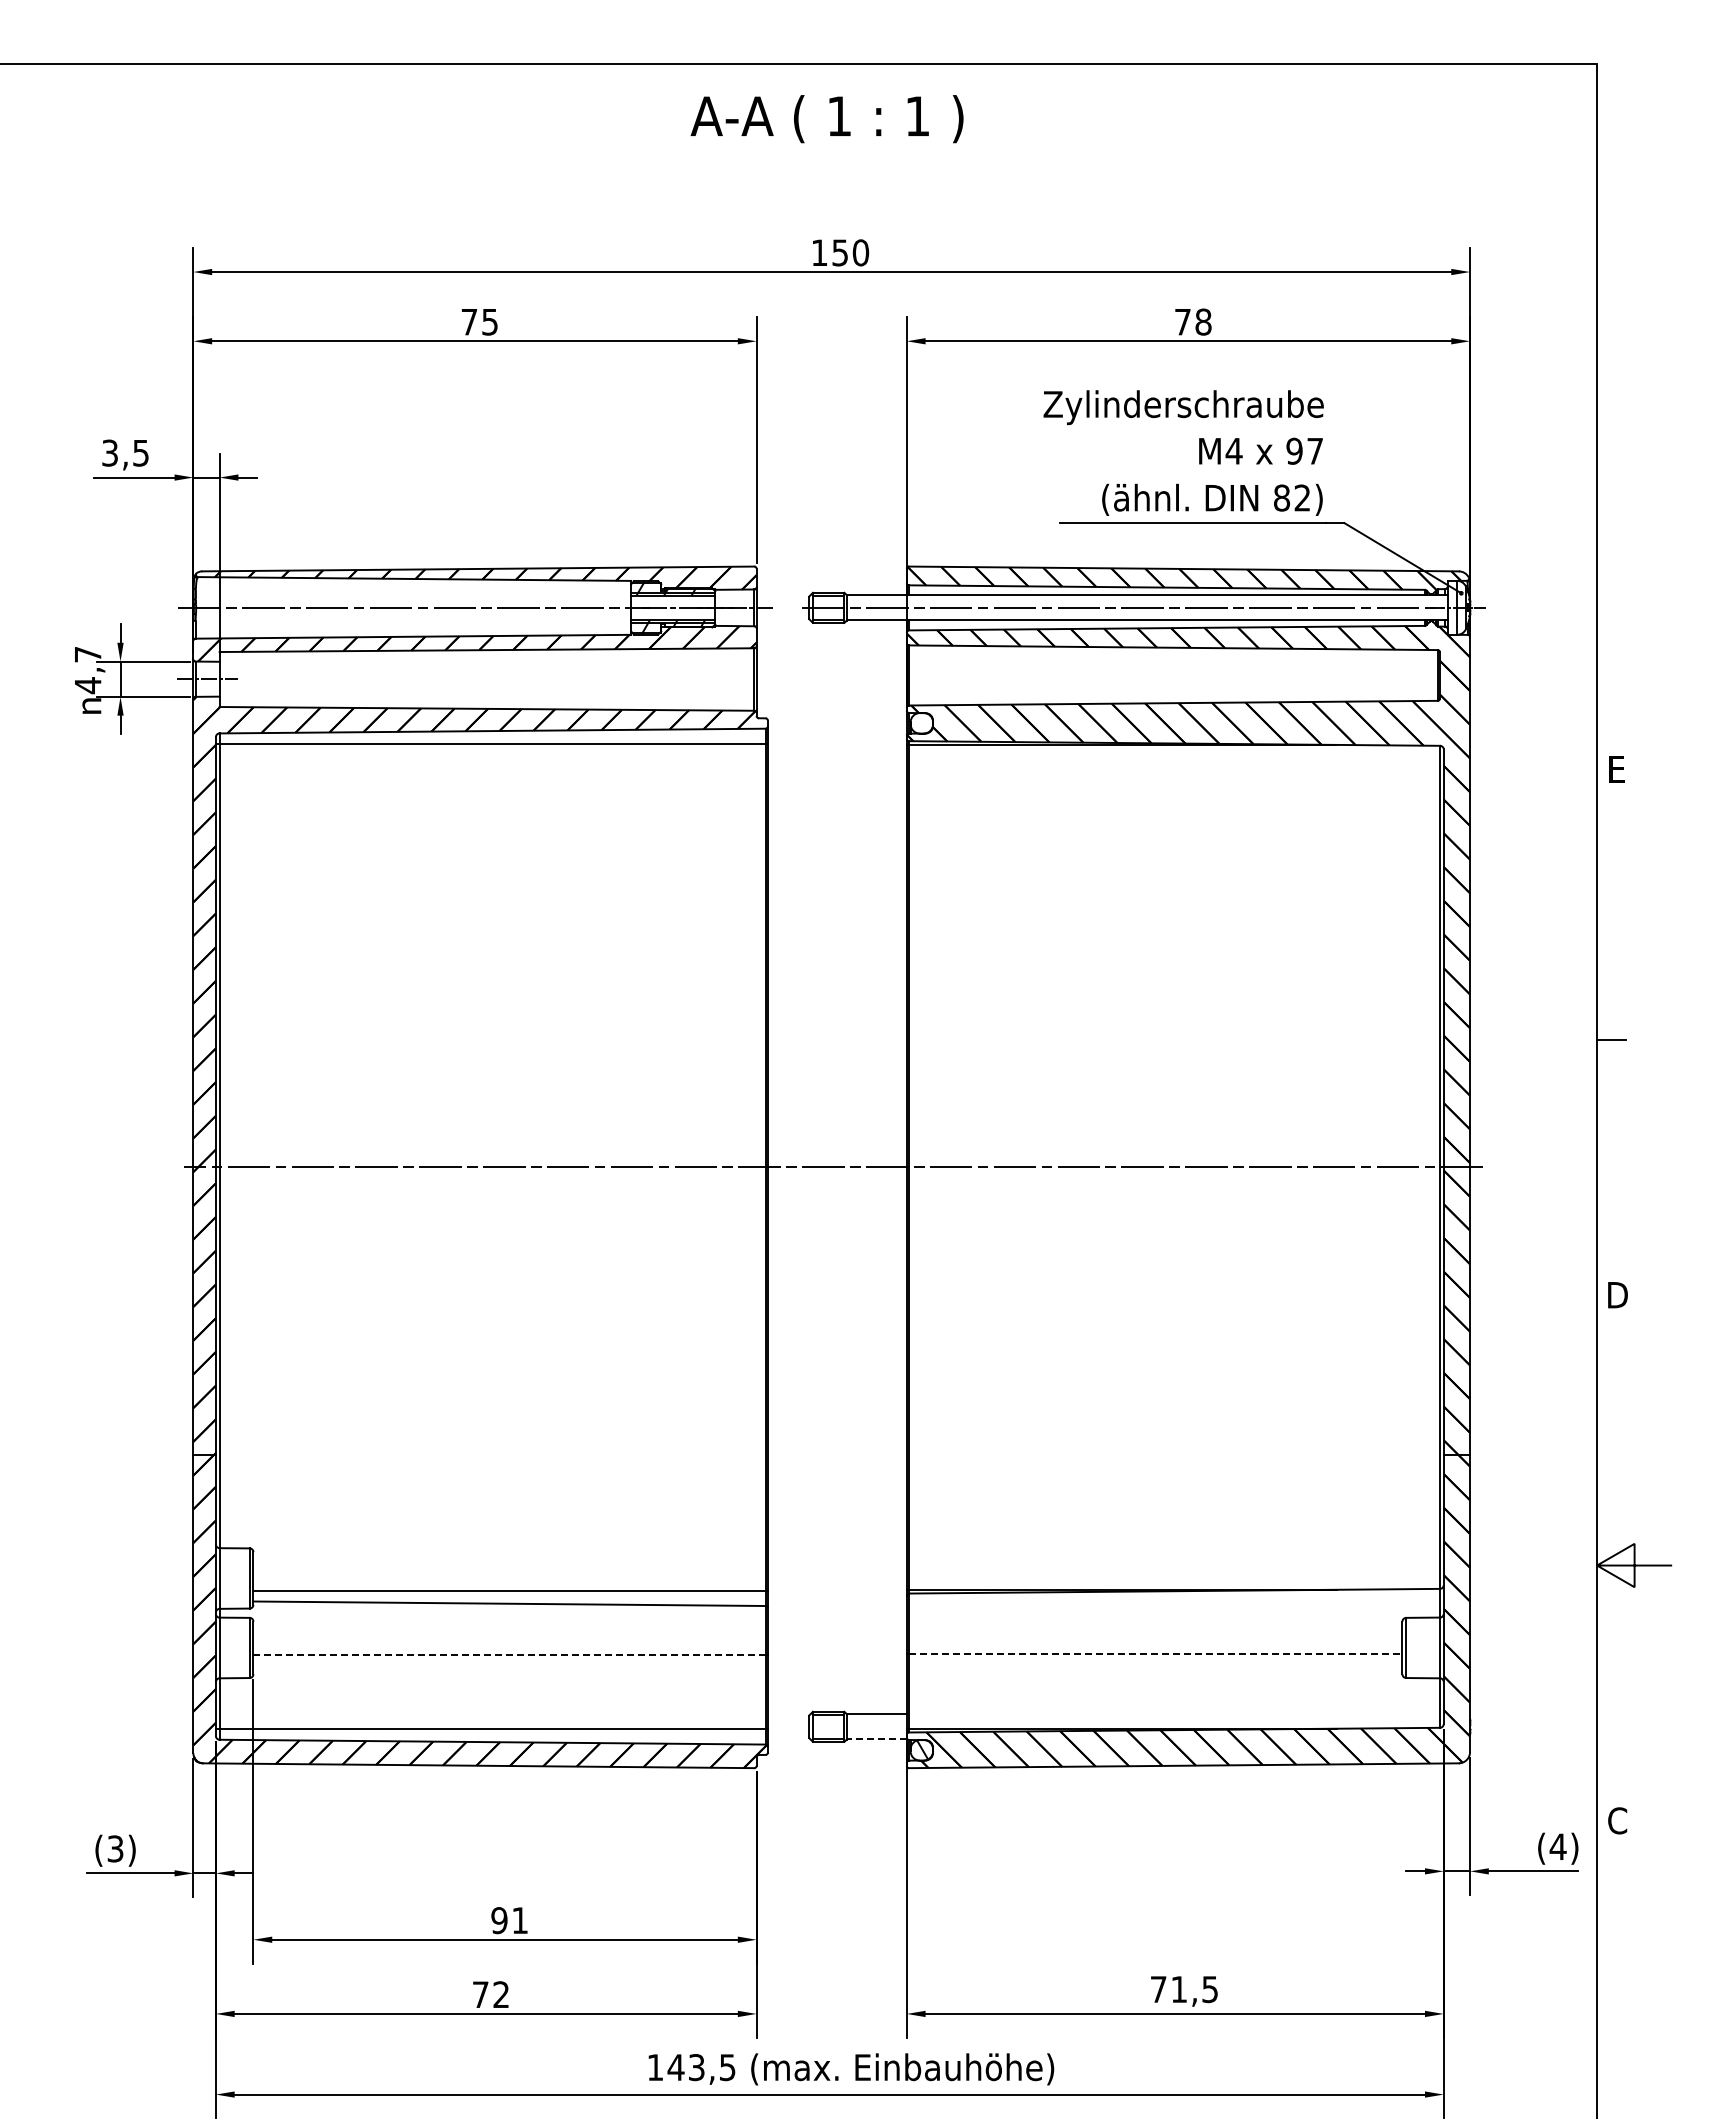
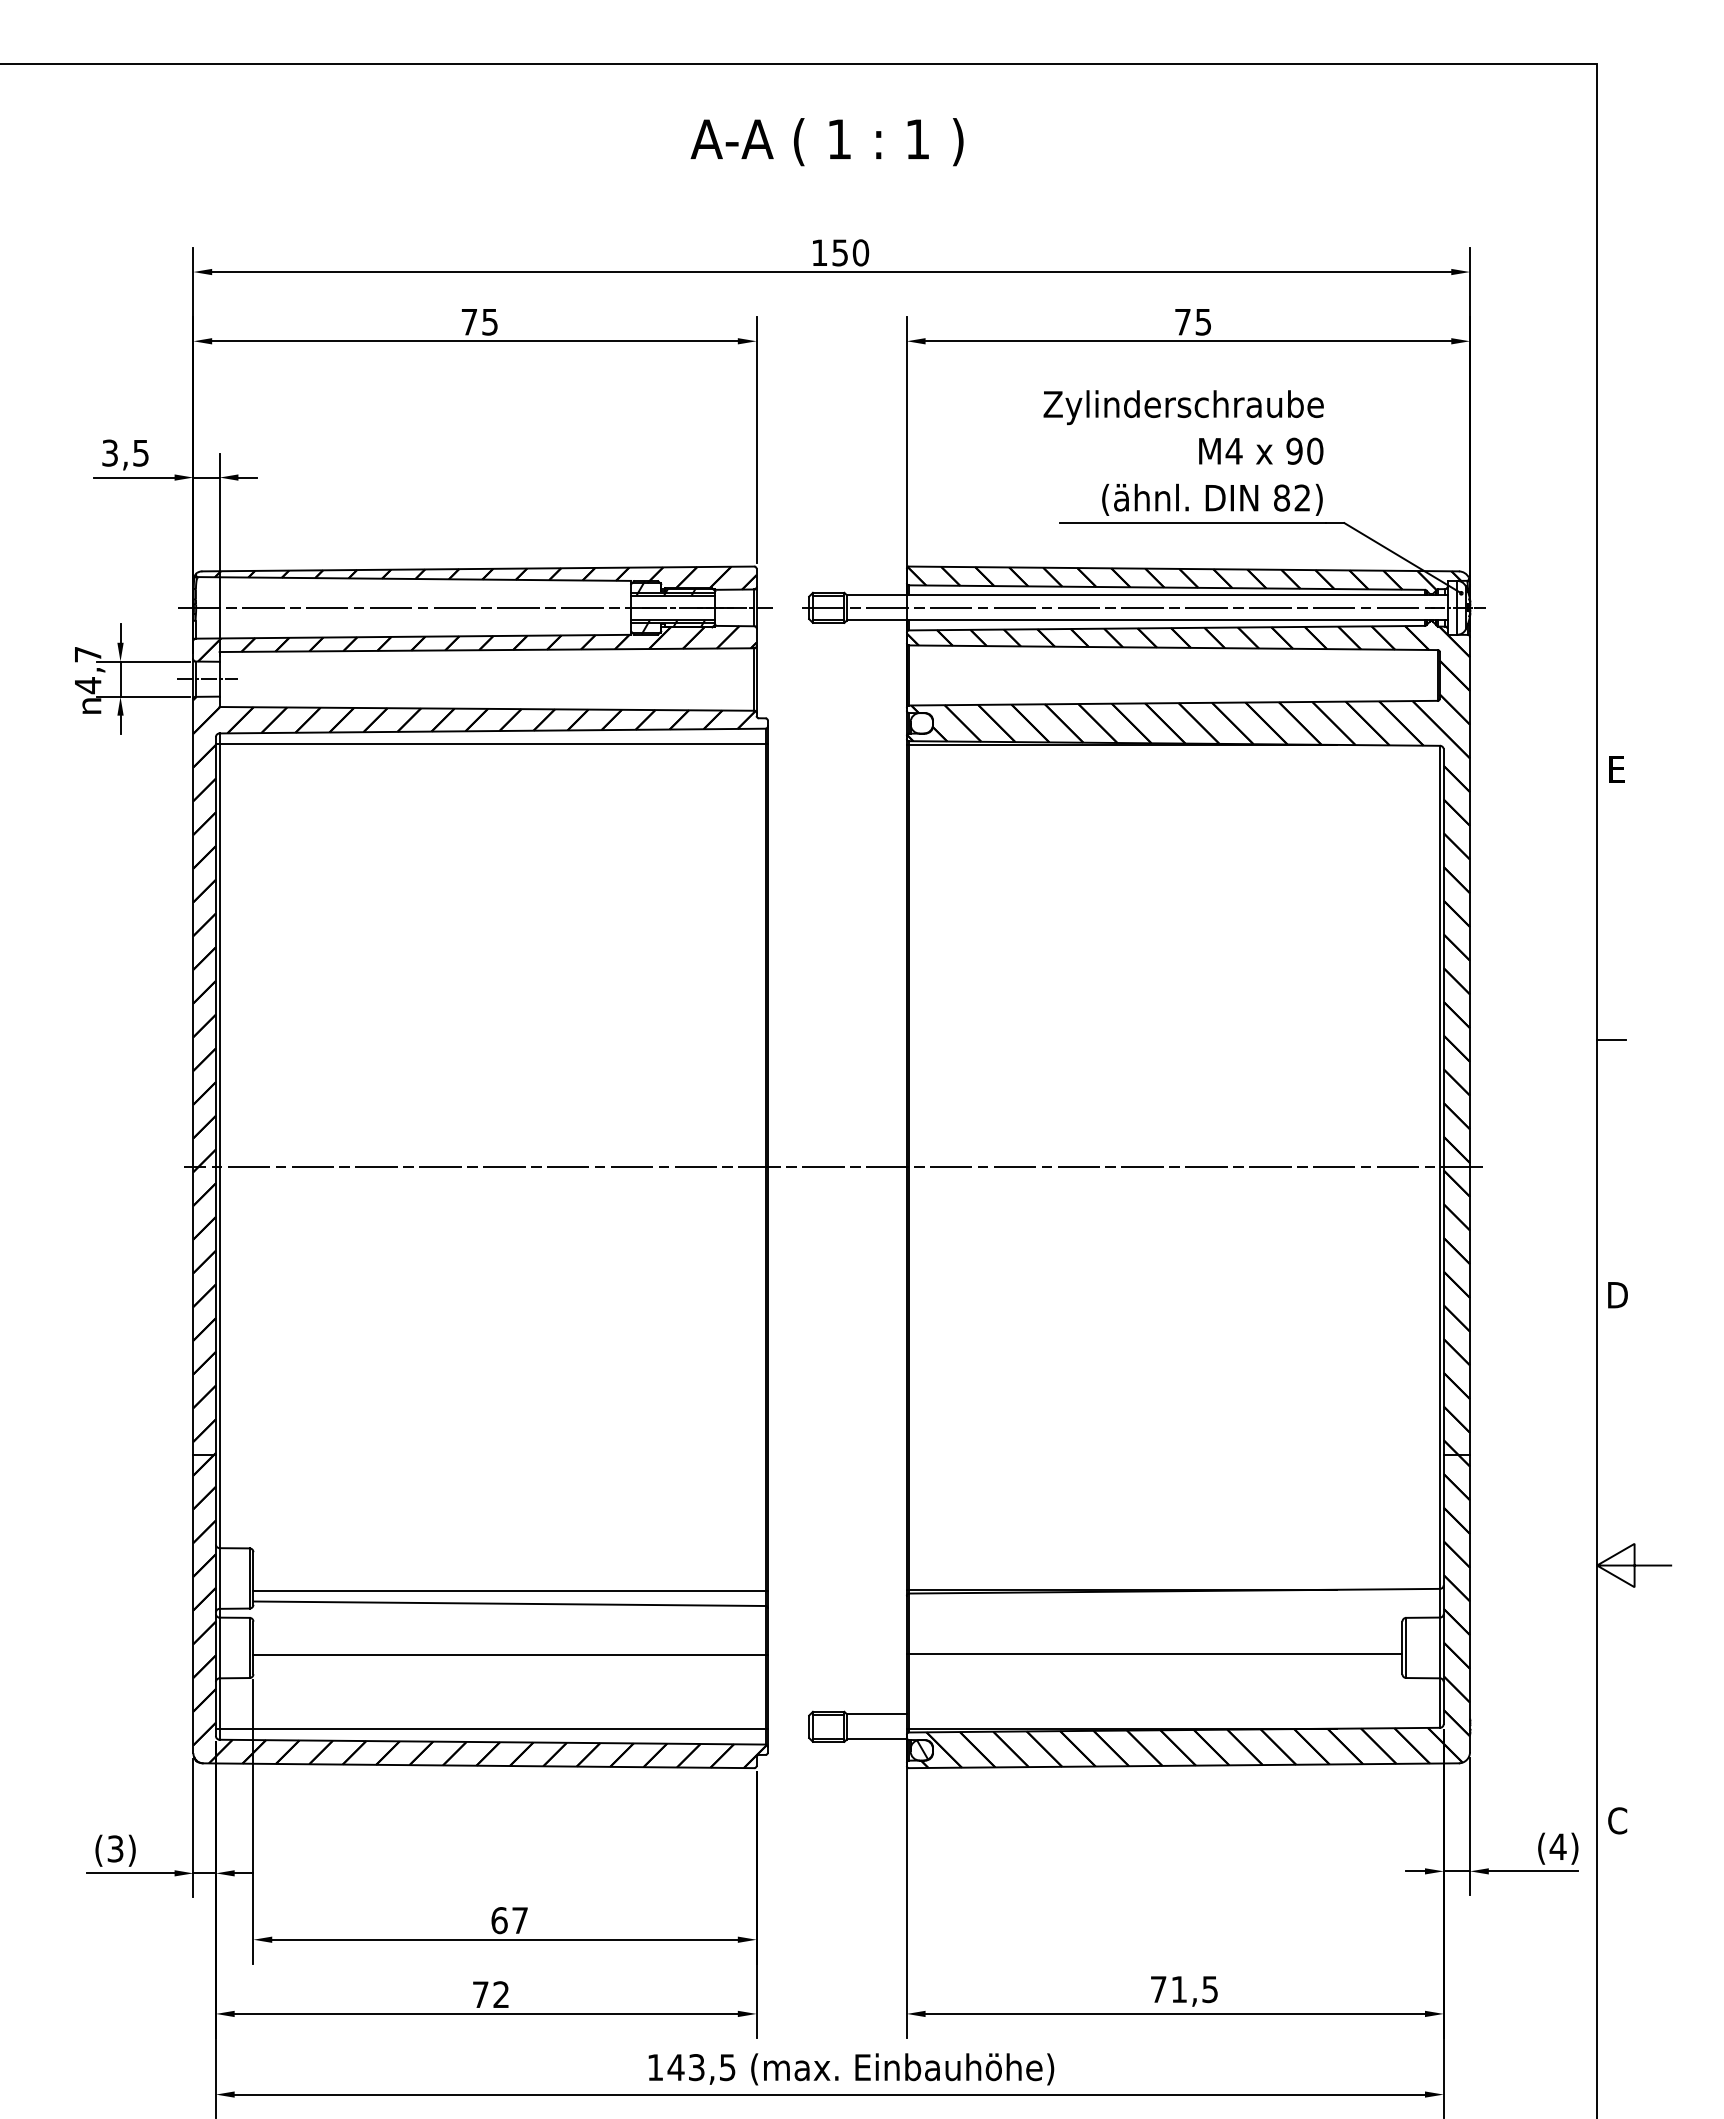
text at (826, 119) position: (826, 119) -> (826, 142)
text at (1203, 321): 78 -> 75
text at (1315, 450): 97 -> 90
line at (1155, 1653): dashed -> solid
line at (509, 1654): dashed -> solid
line at (876, 1739): dashed -> solid
text at (509, 1920): 91 -> 67
